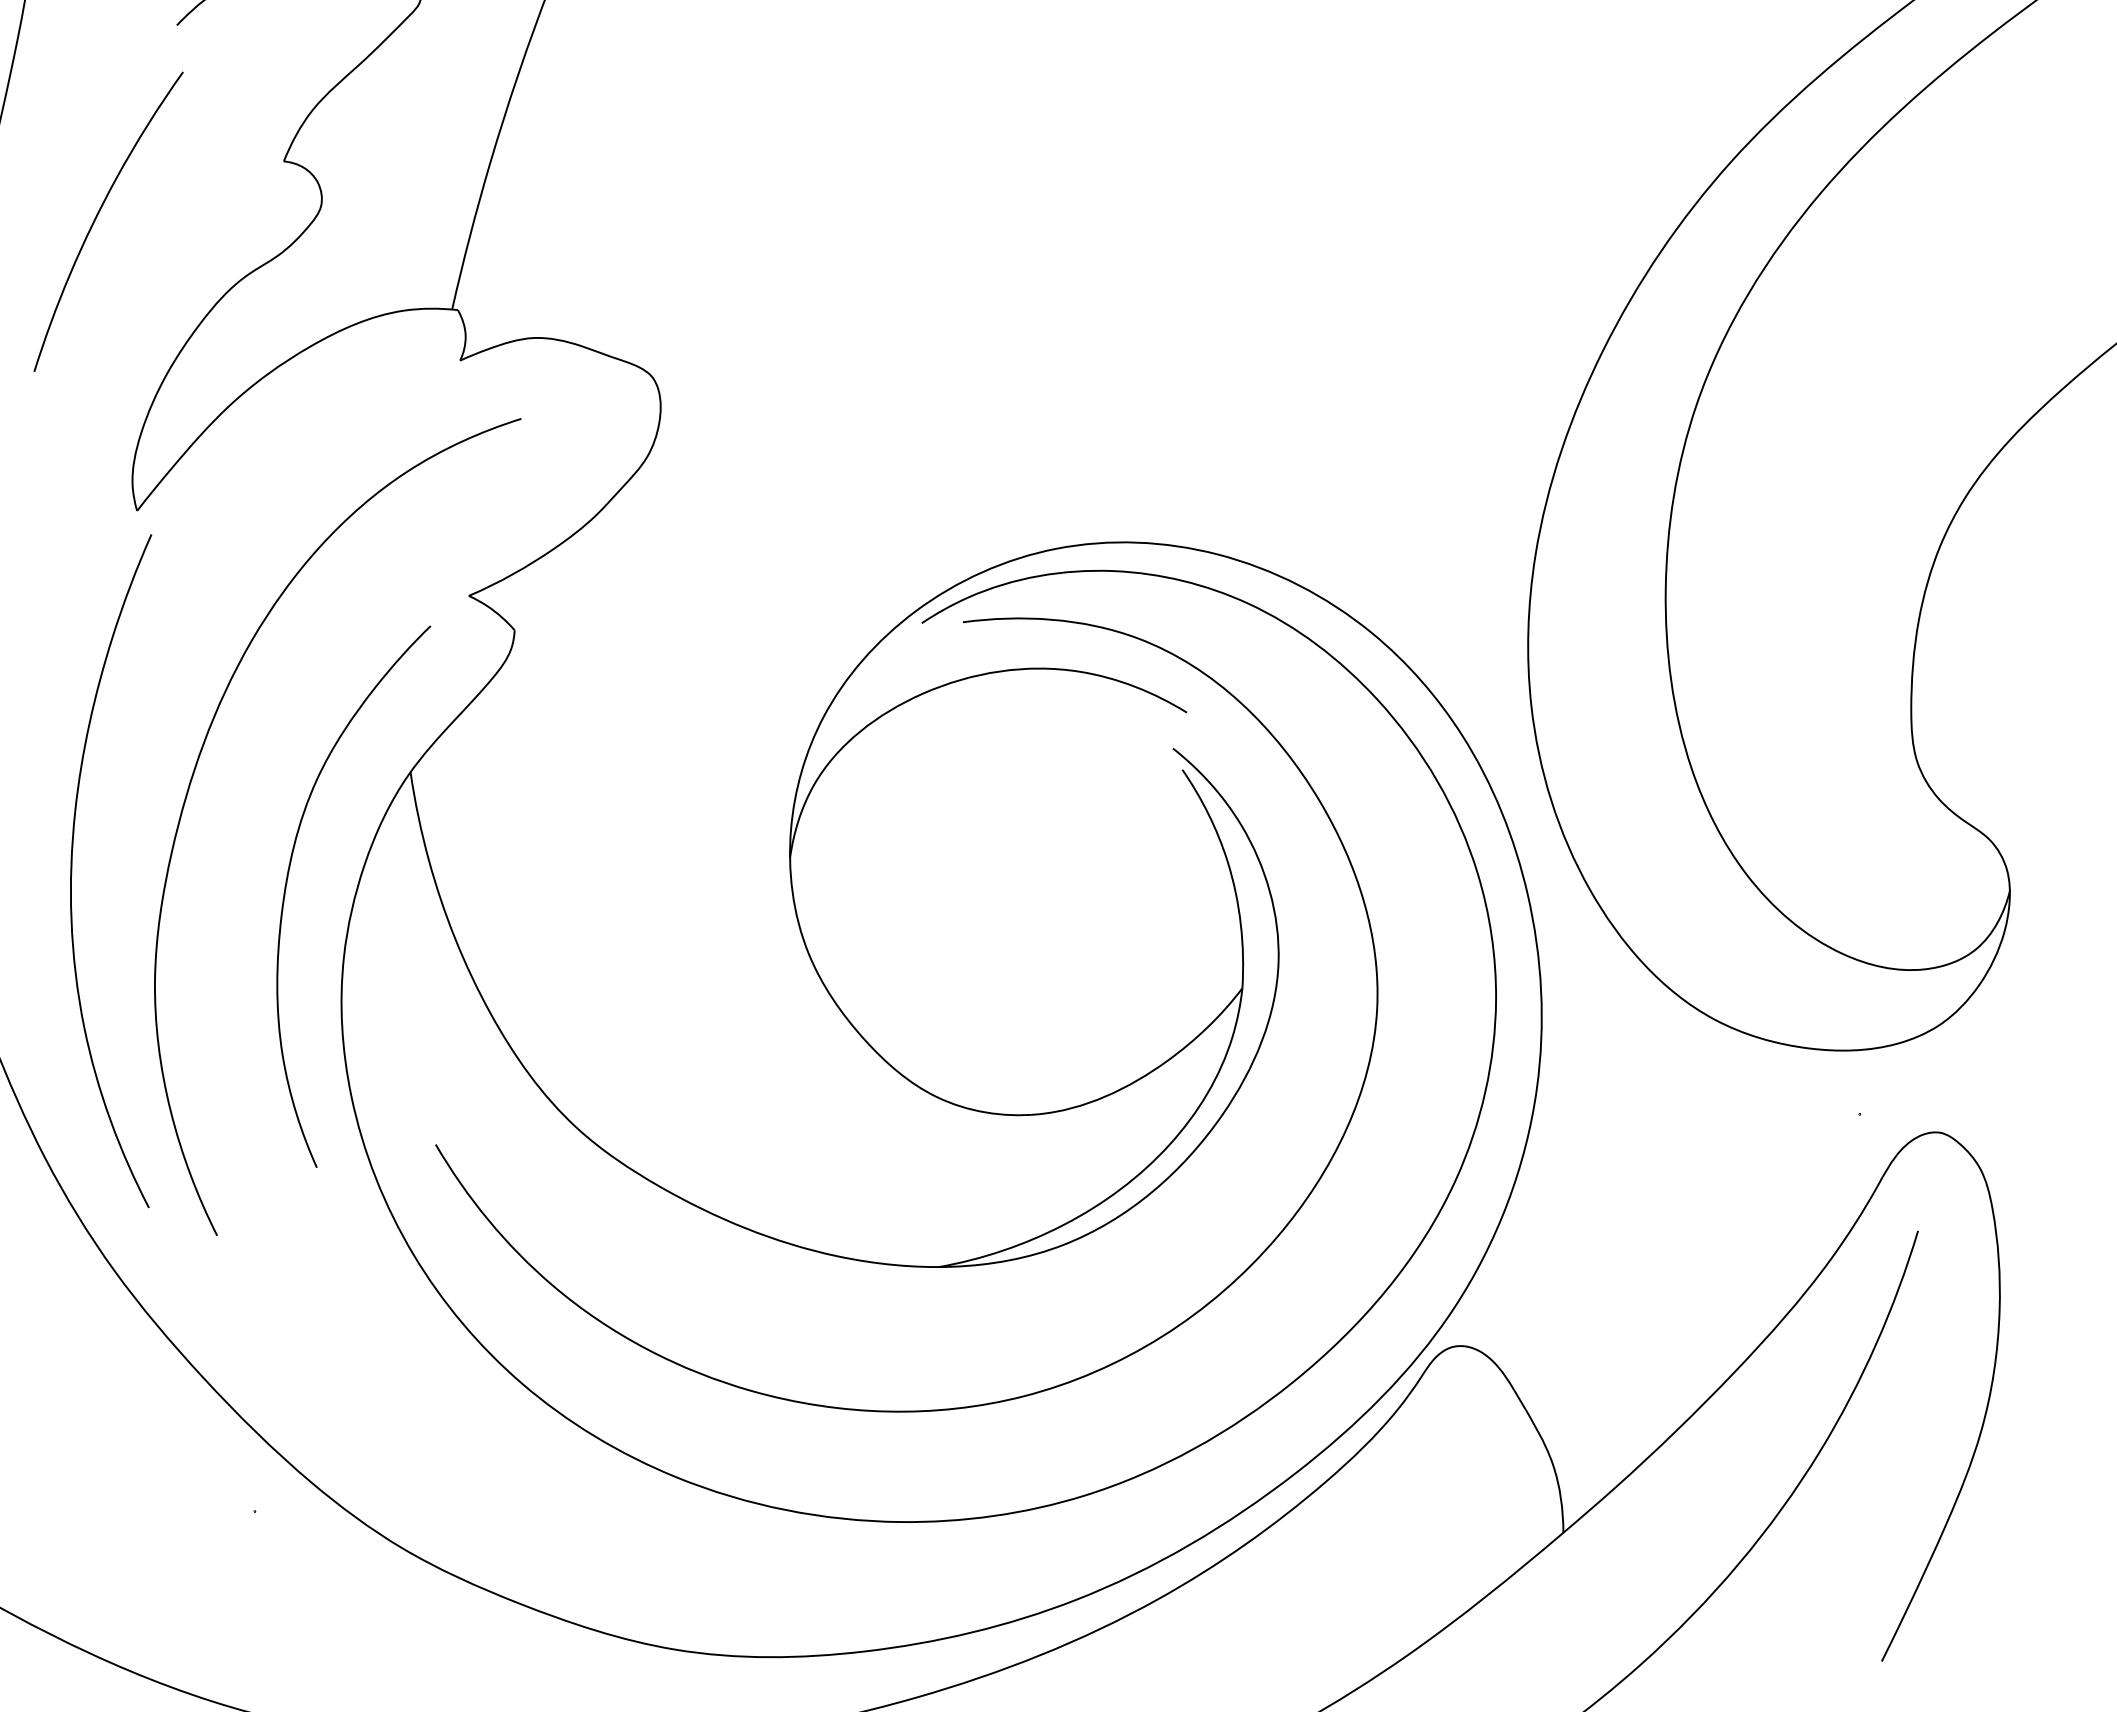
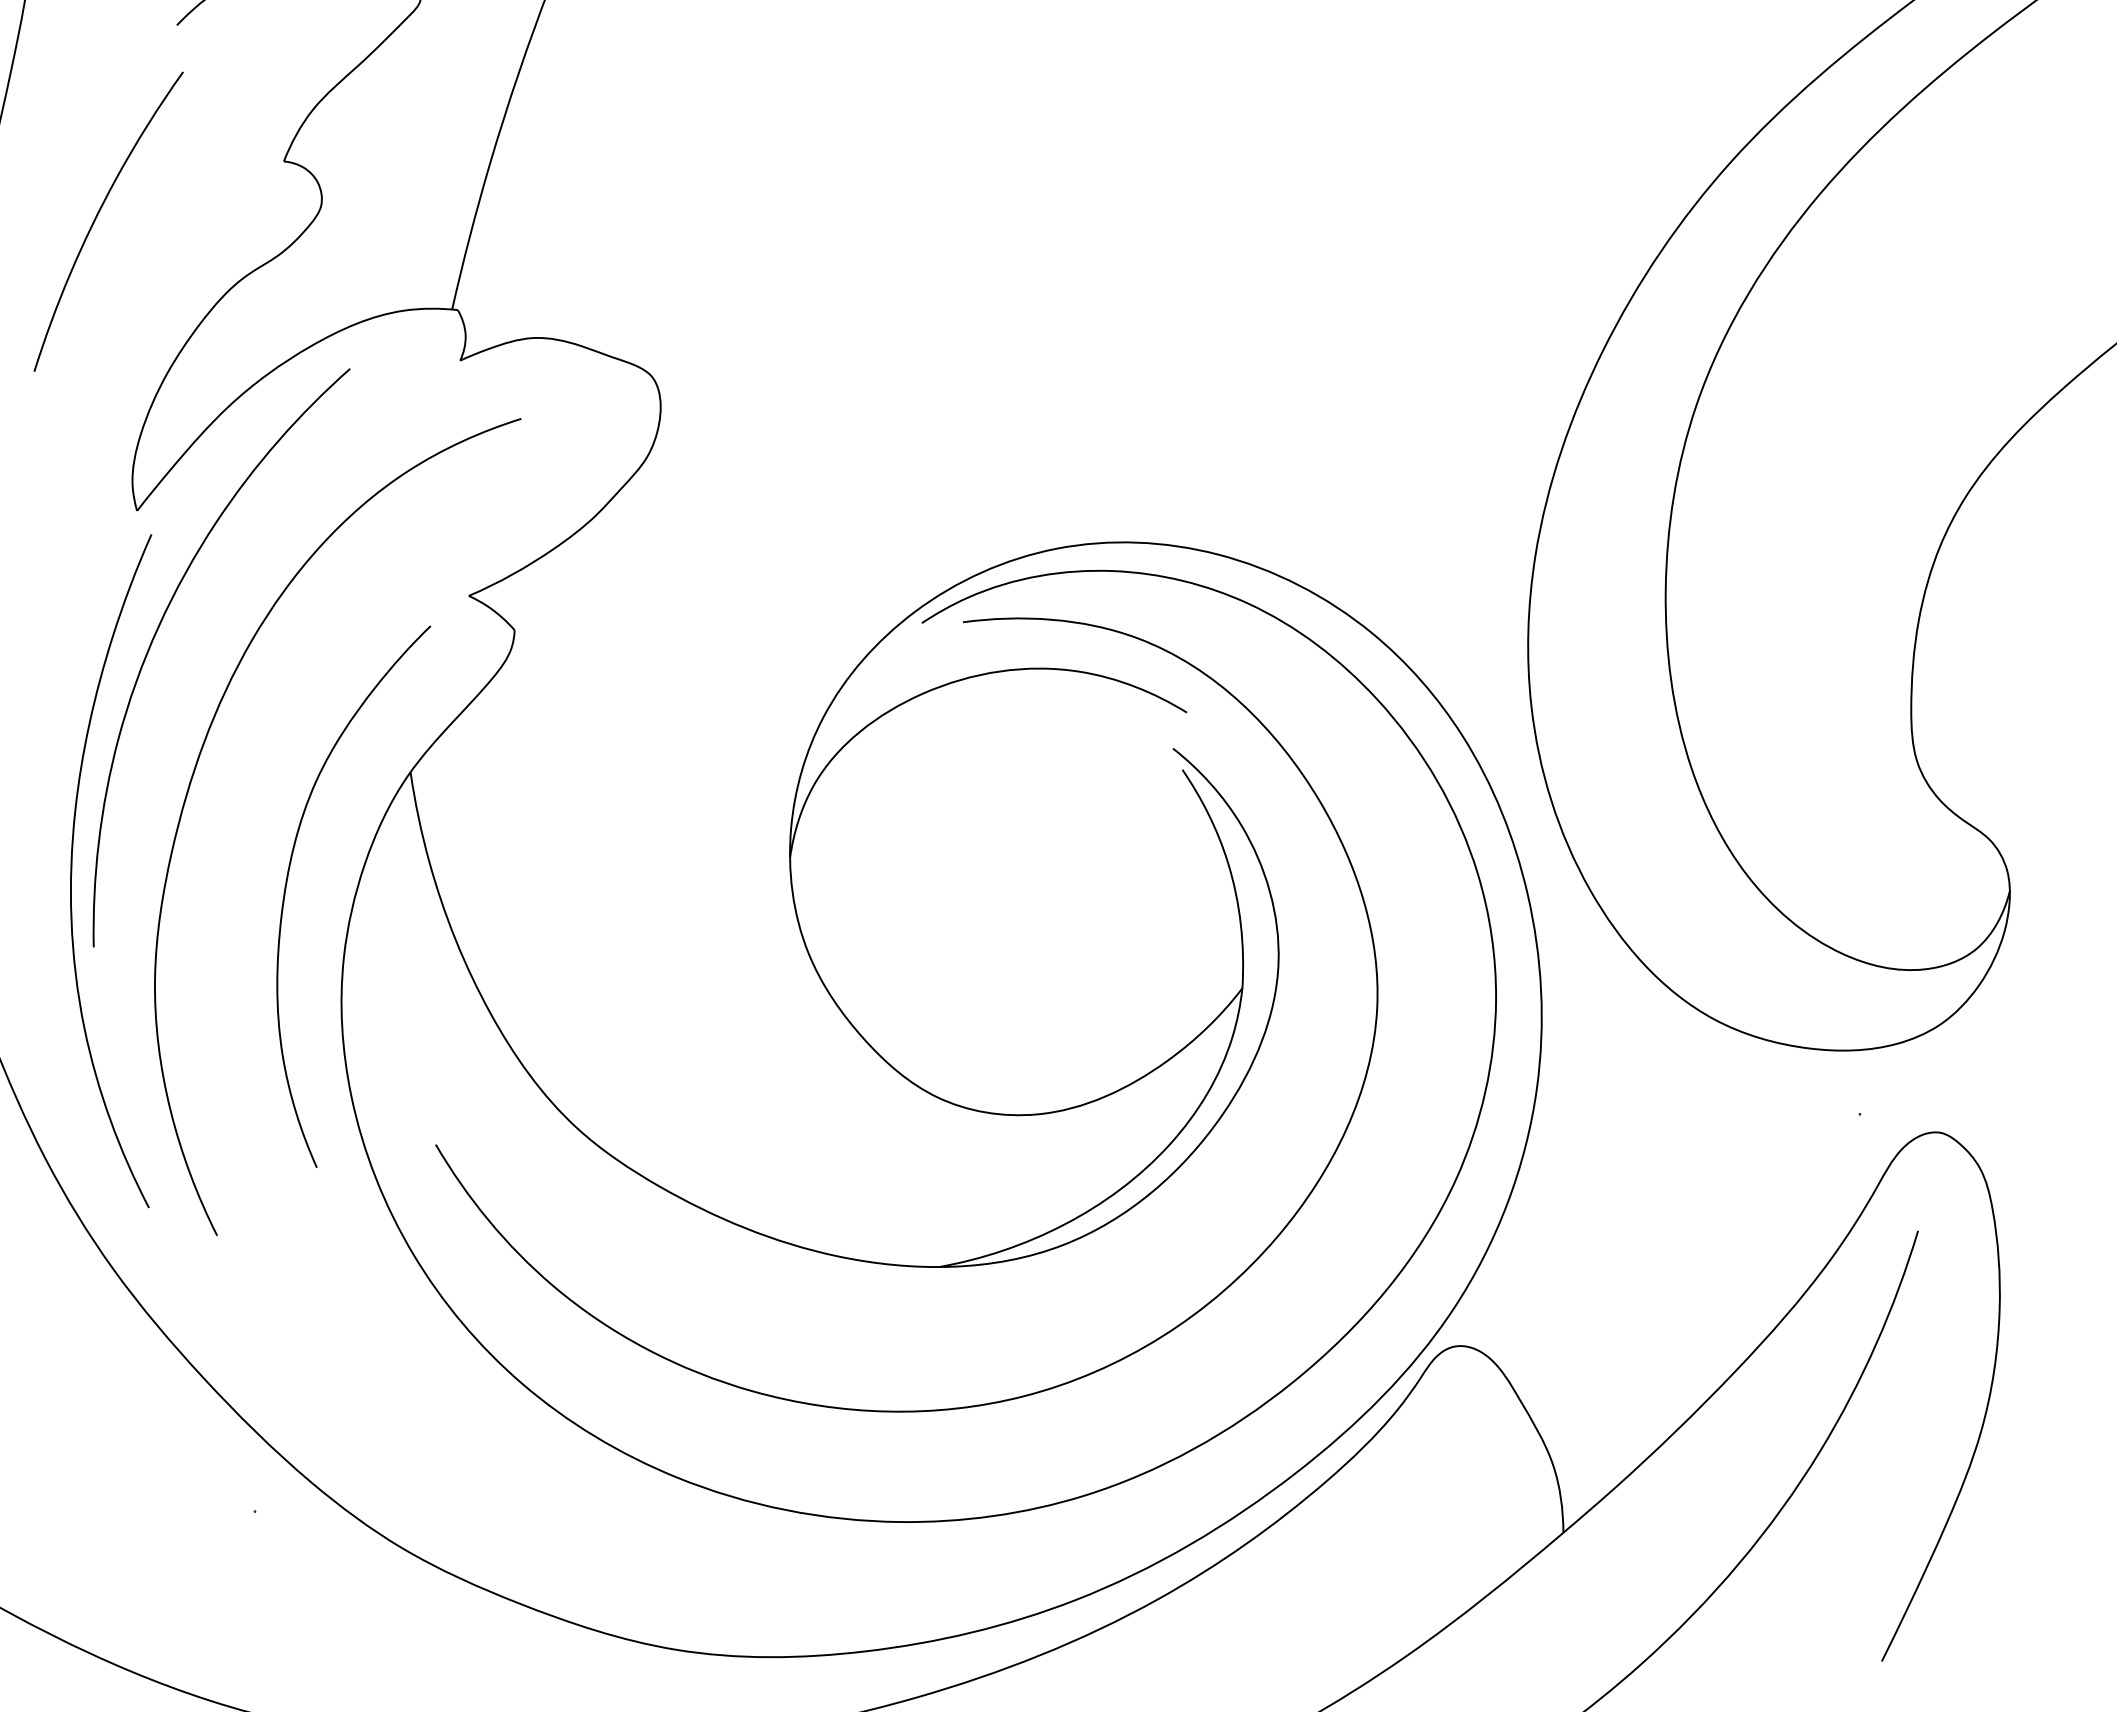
curve at (157, 632): none -> present
